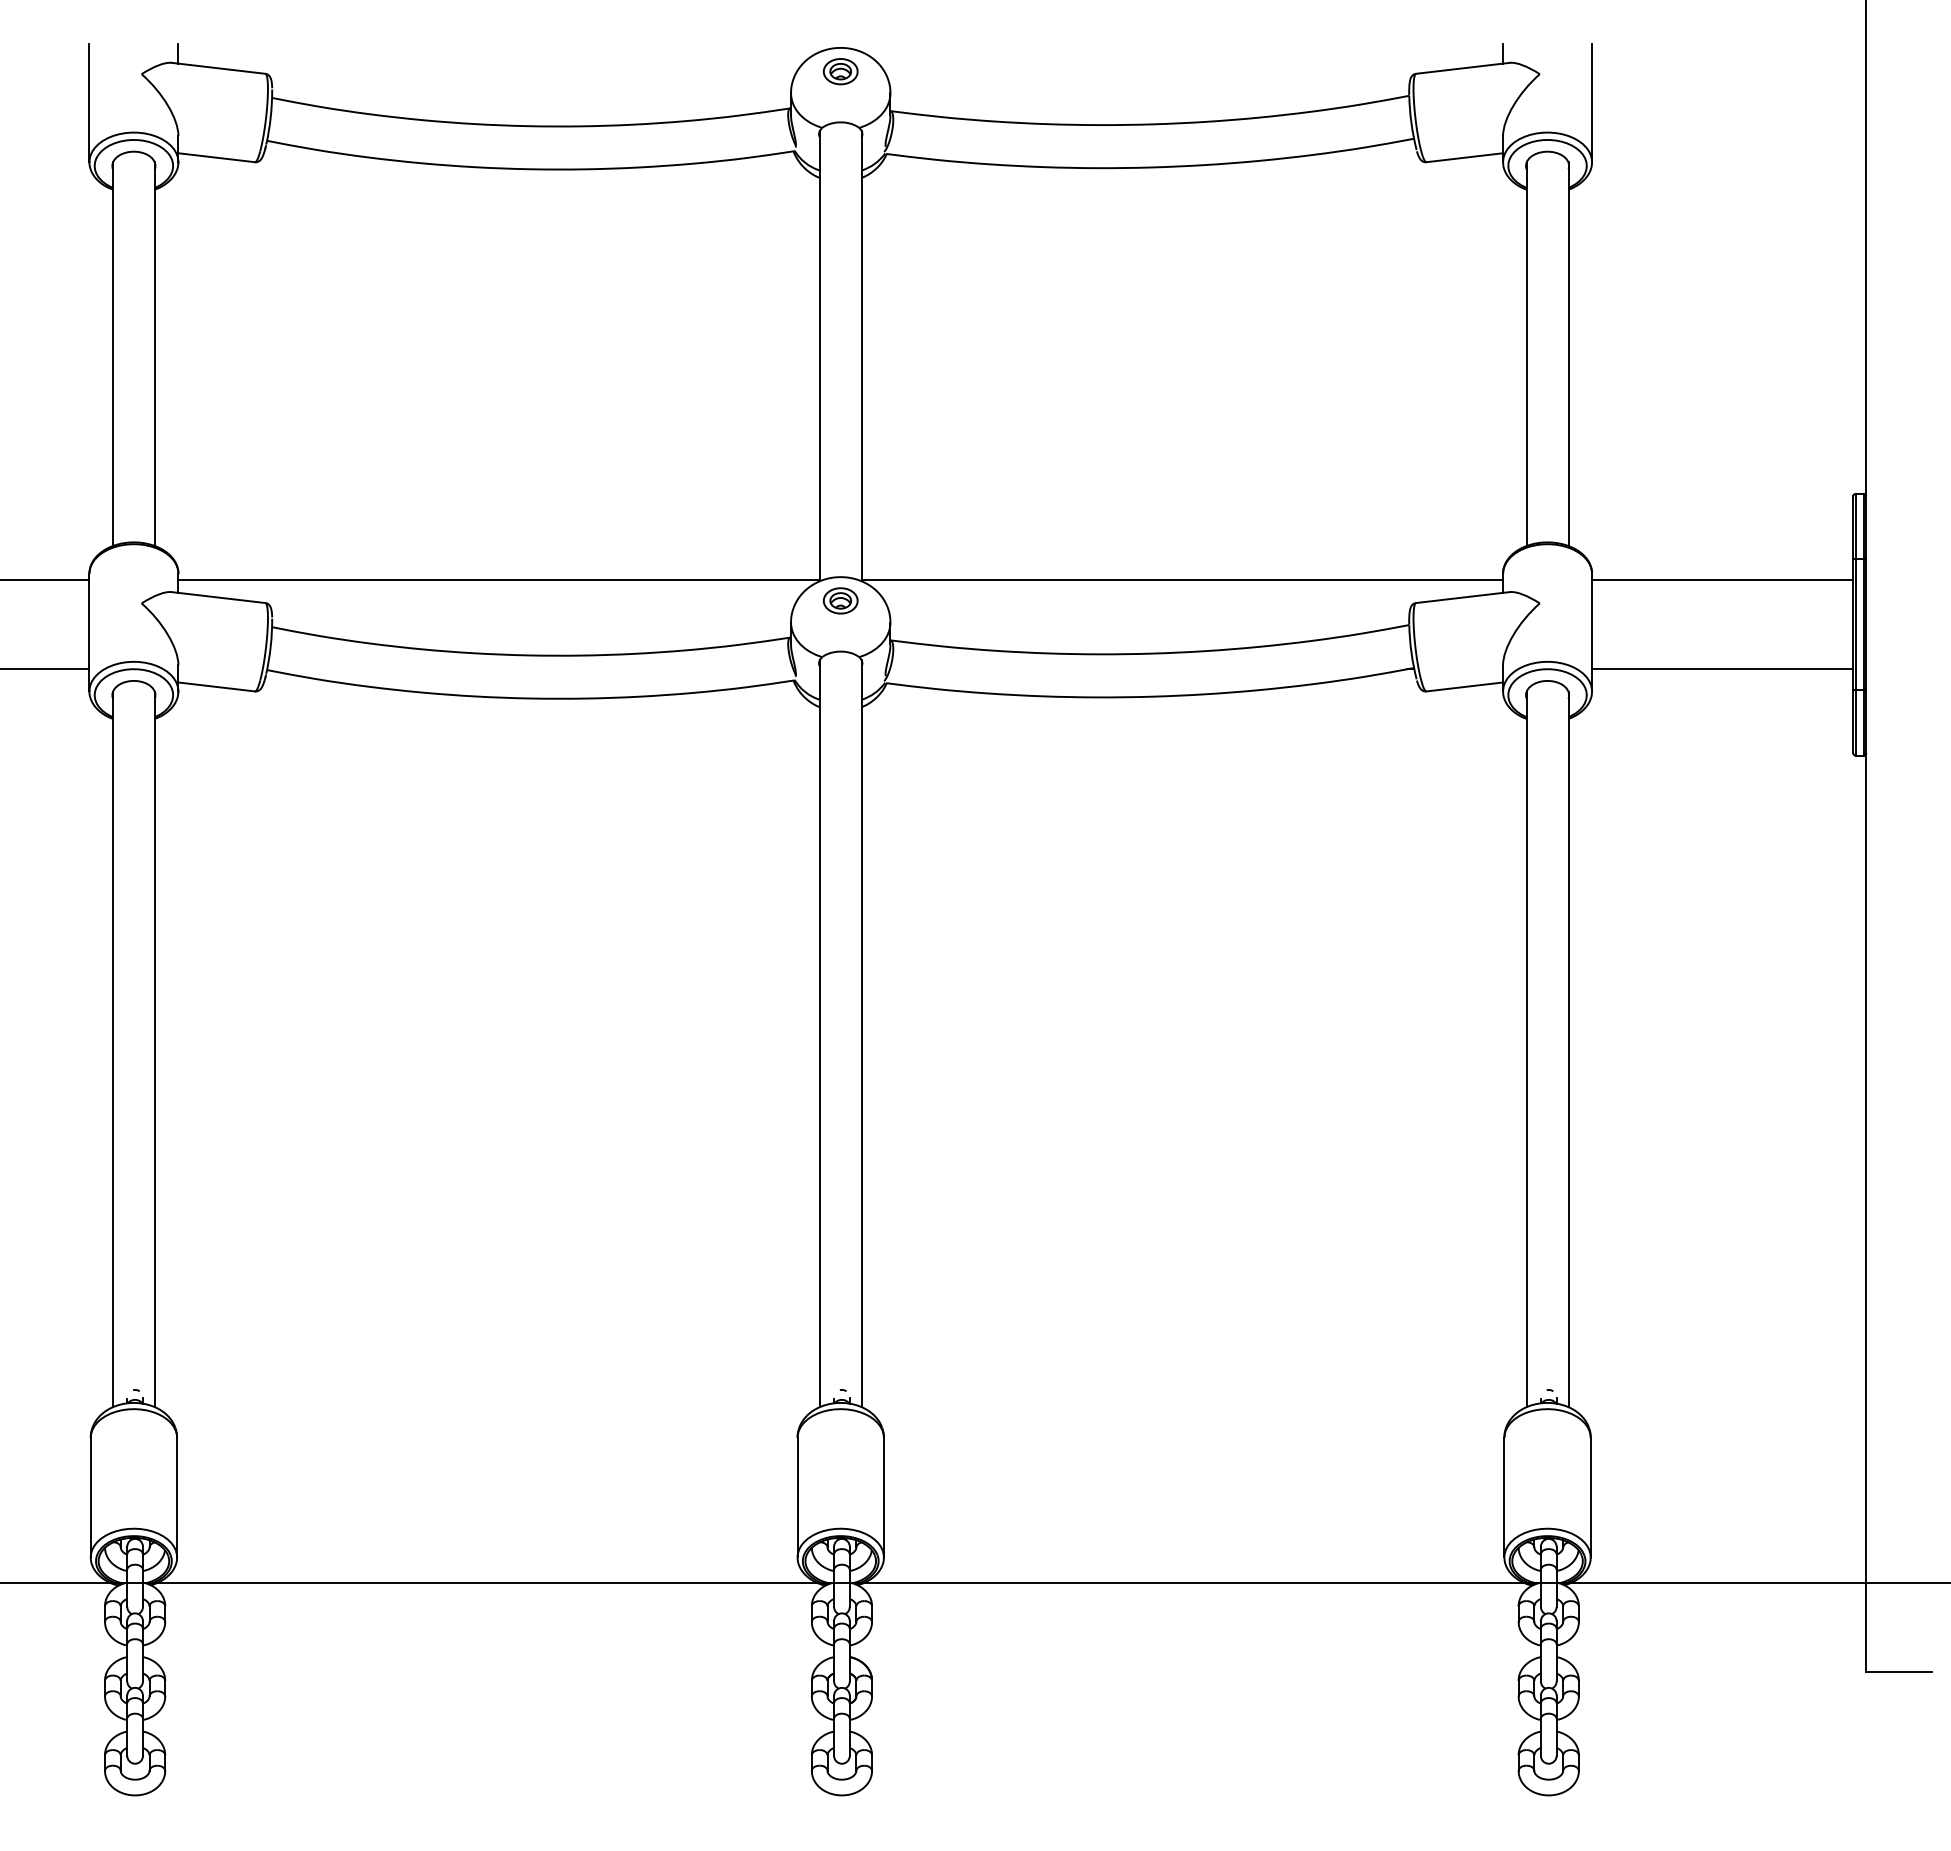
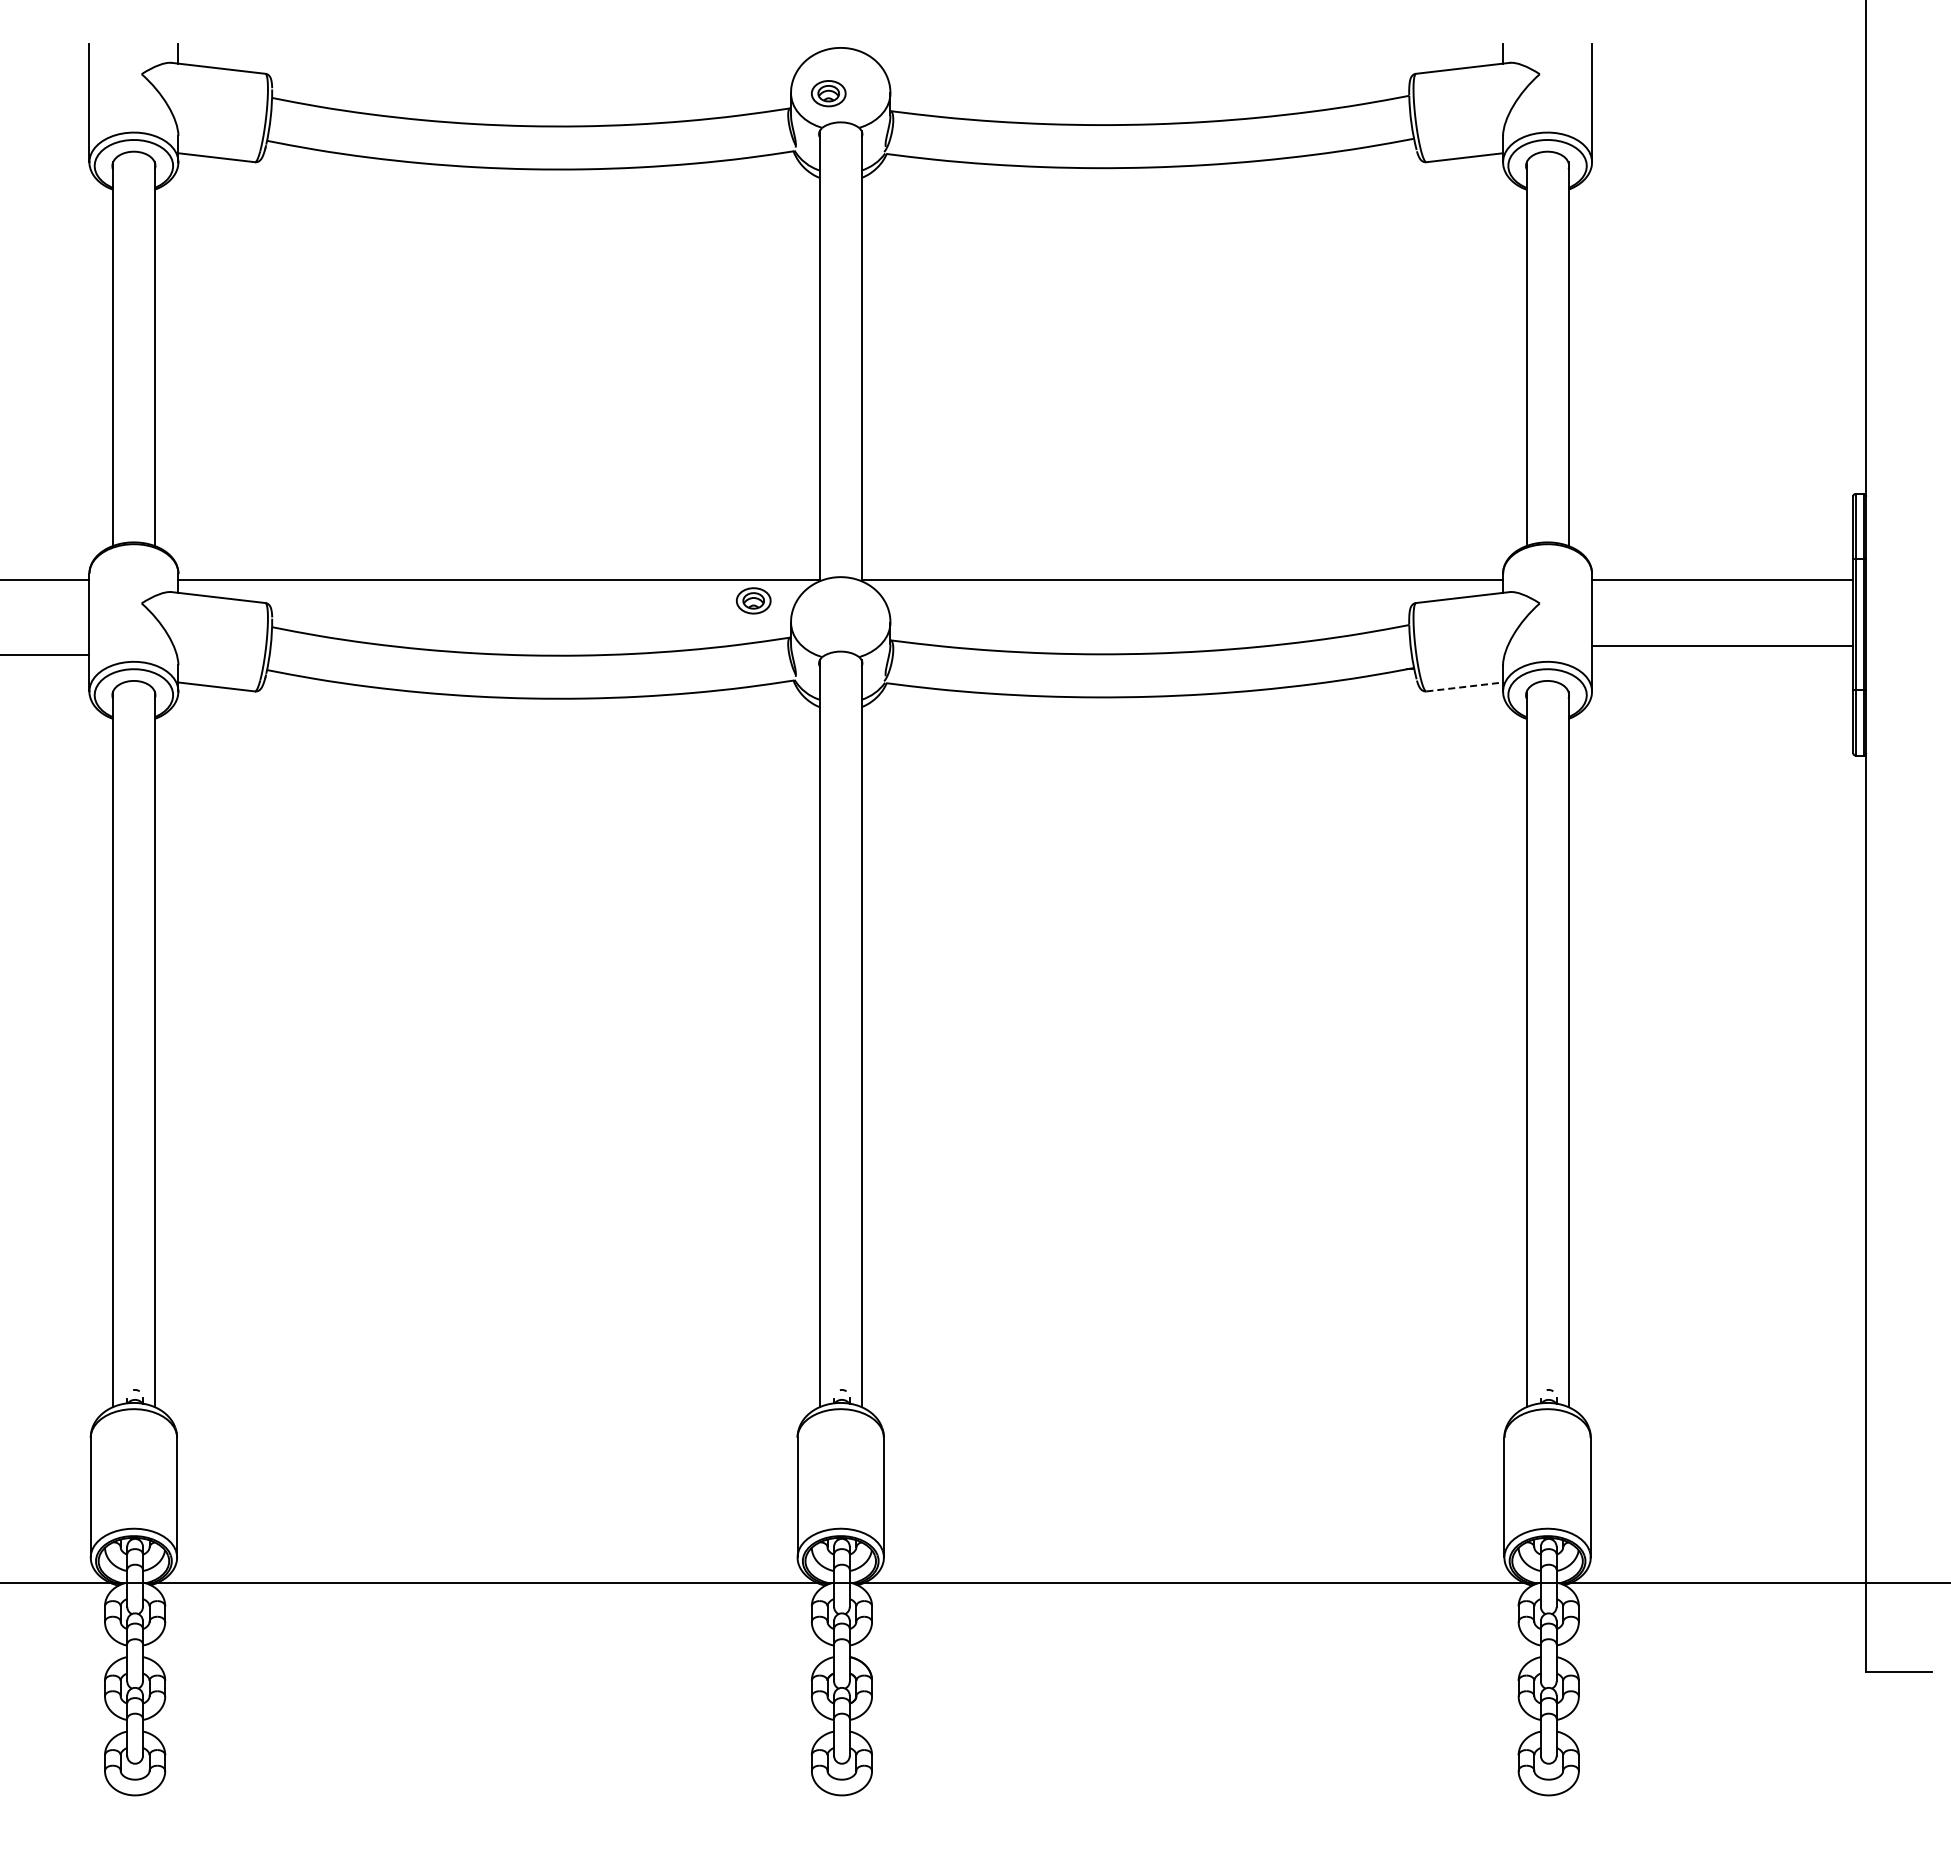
part at (840, 71) position: (840, 71) -> (828, 93)
part at (840, 600) position: (840, 600) -> (753, 600)
line at (45, 669) position: (45, 669) -> (45, 655)
line at (1722, 669) position: (1722, 669) -> (1722, 646)
line at (1464, 686): solid -> dashed
